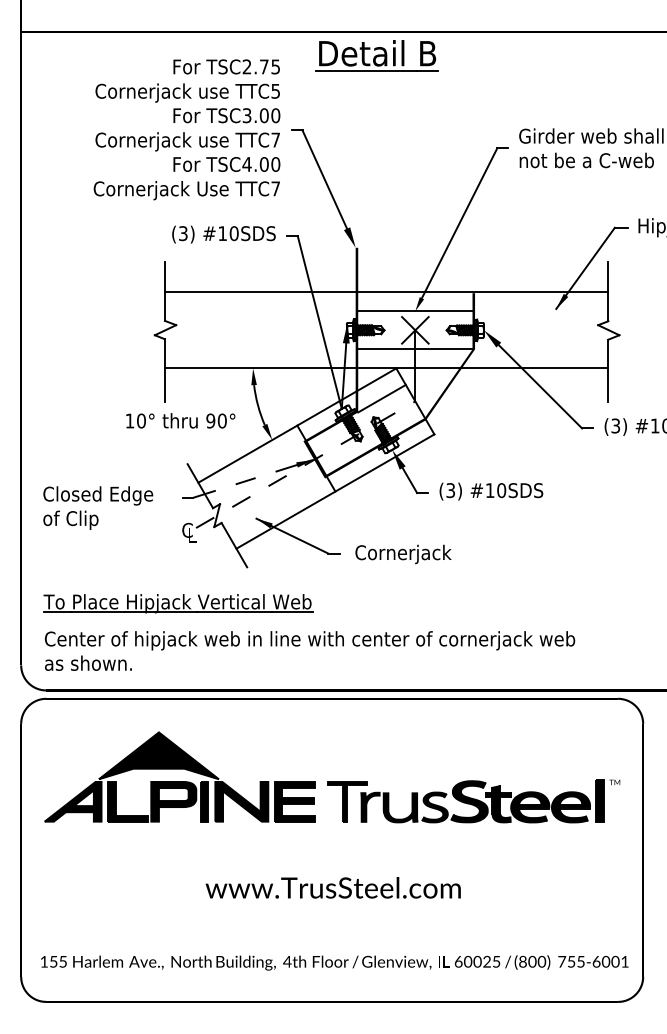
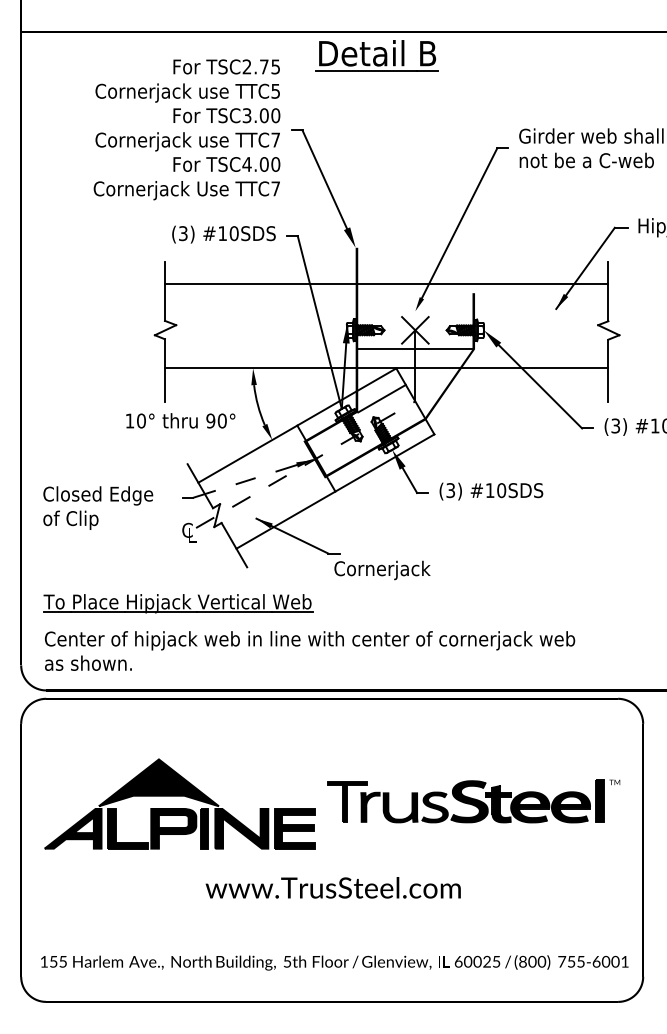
line at (386, 292) position: (386, 292) -> (386, 284)
line at (415, 311): present -> none
text at (403, 554) position: (403, 554) -> (382, 570)
part at (179, 776) position: (179, 776) -> (179, 803)
text at (287, 961): 4th -> 5th
